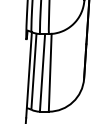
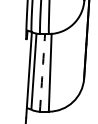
arc at (42, 72): solid -> dashed
